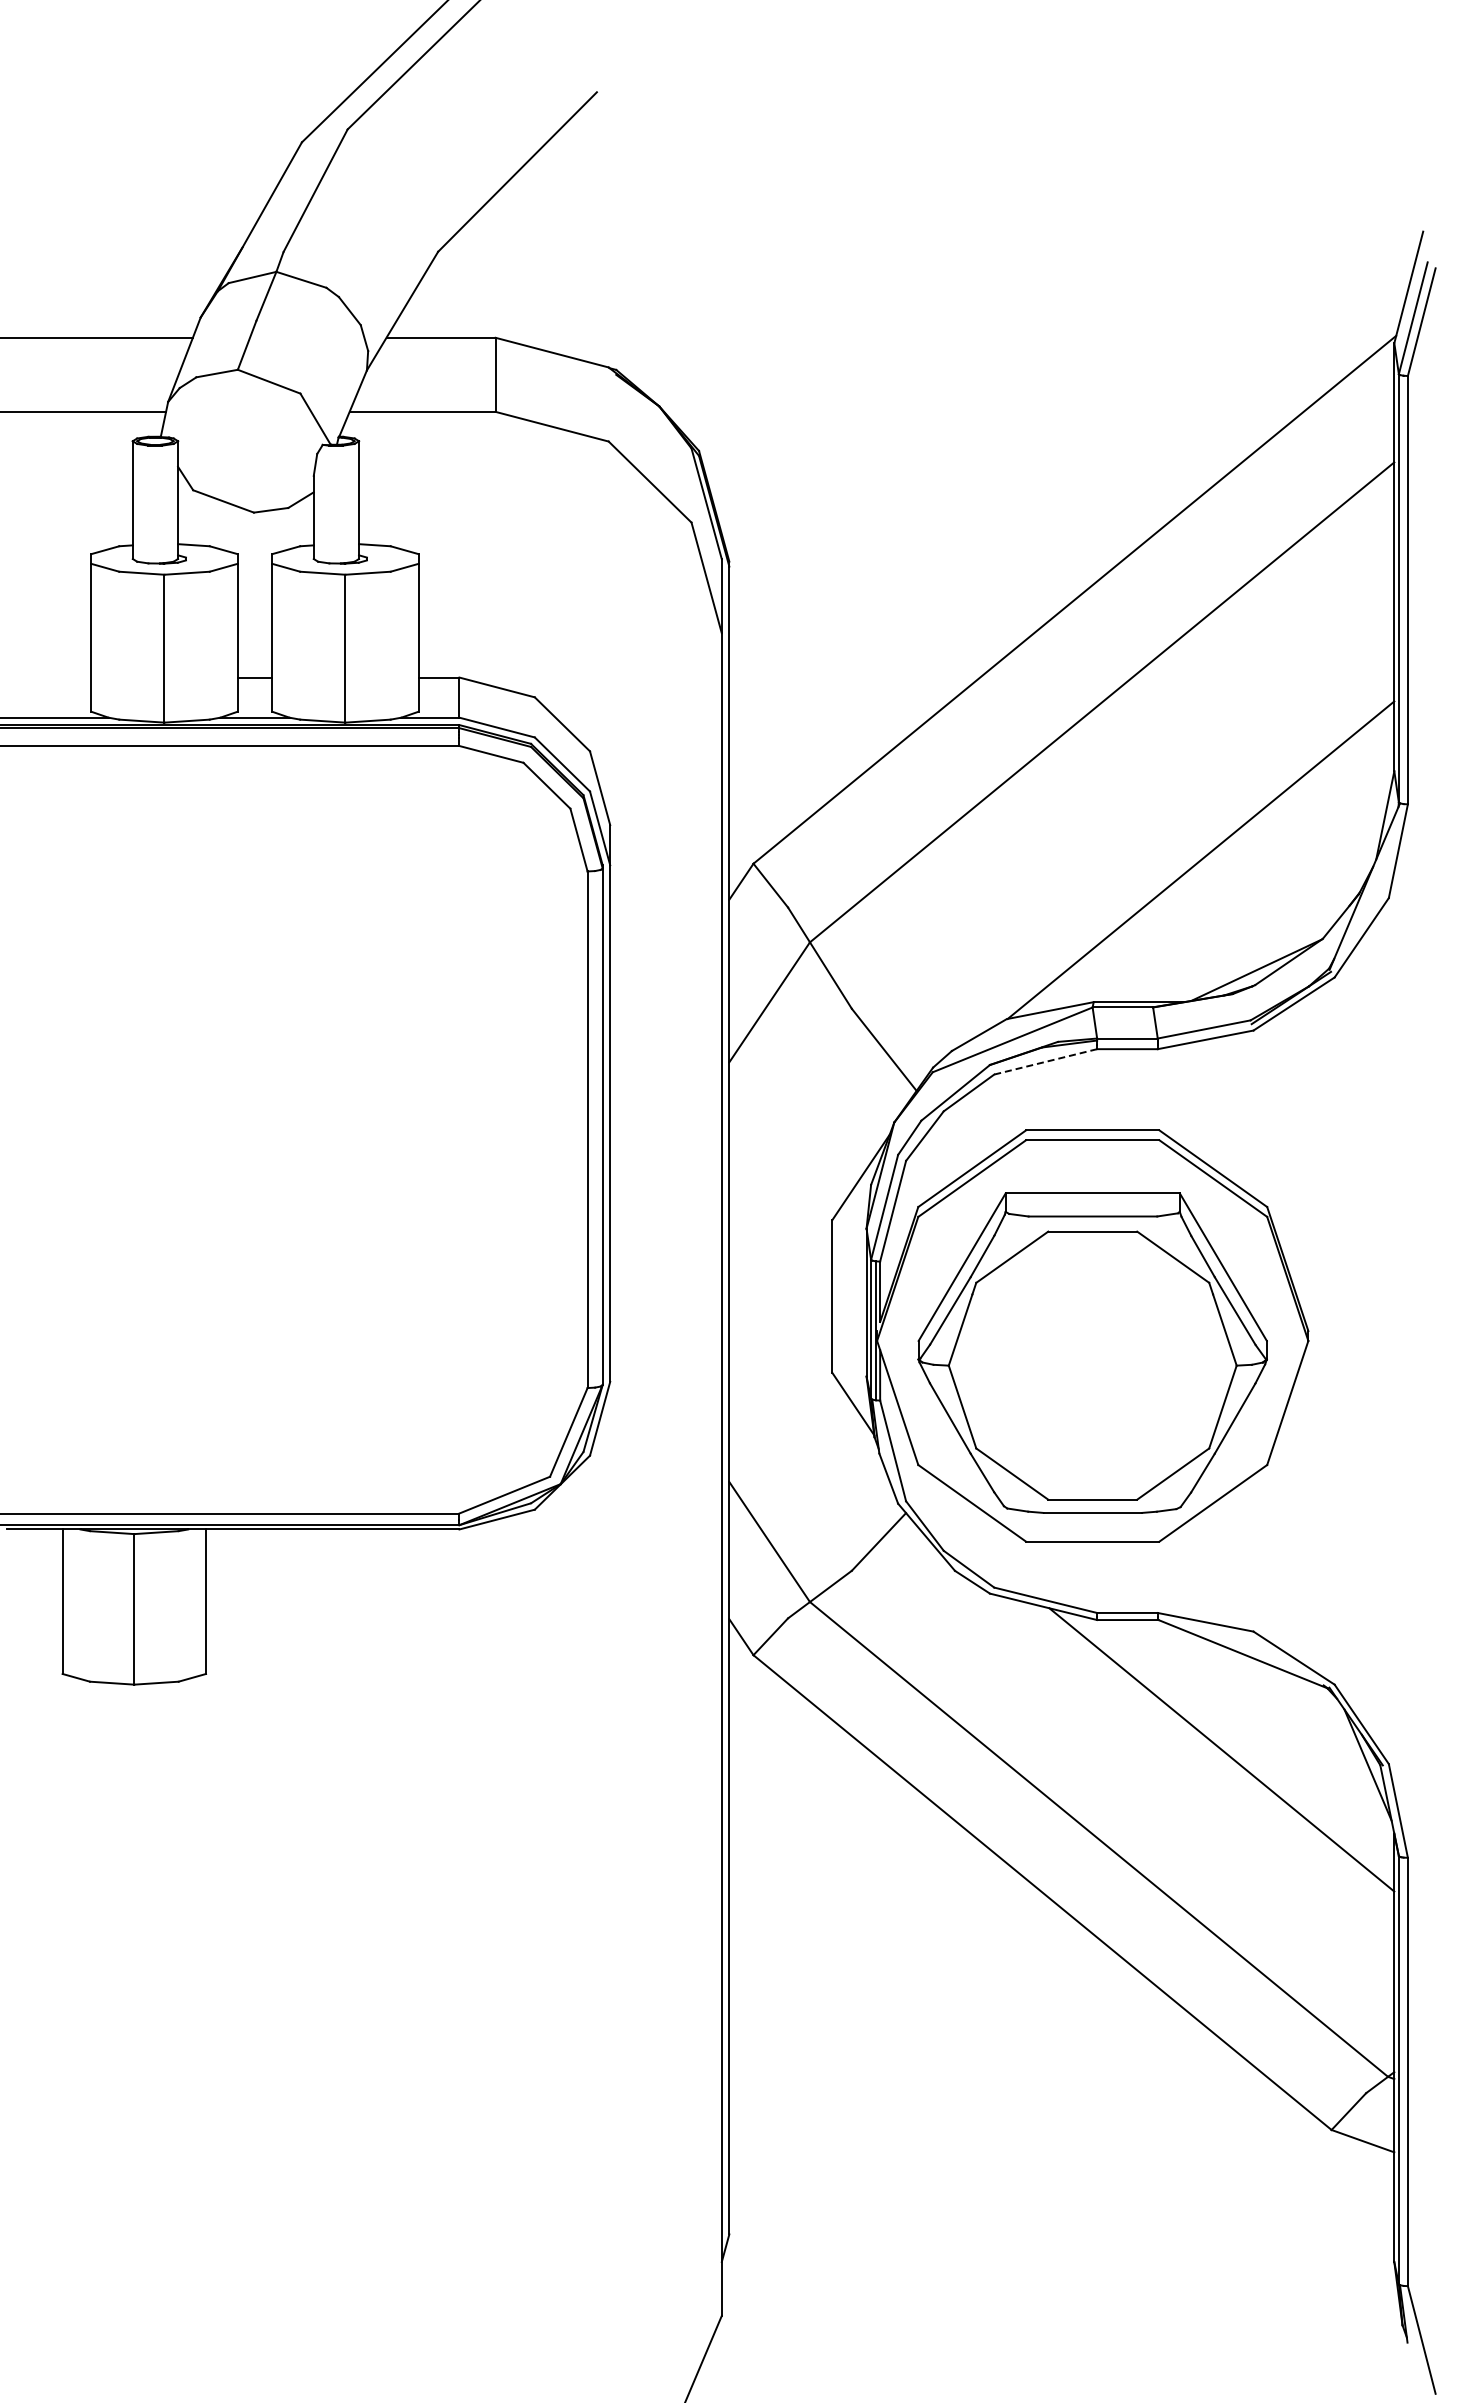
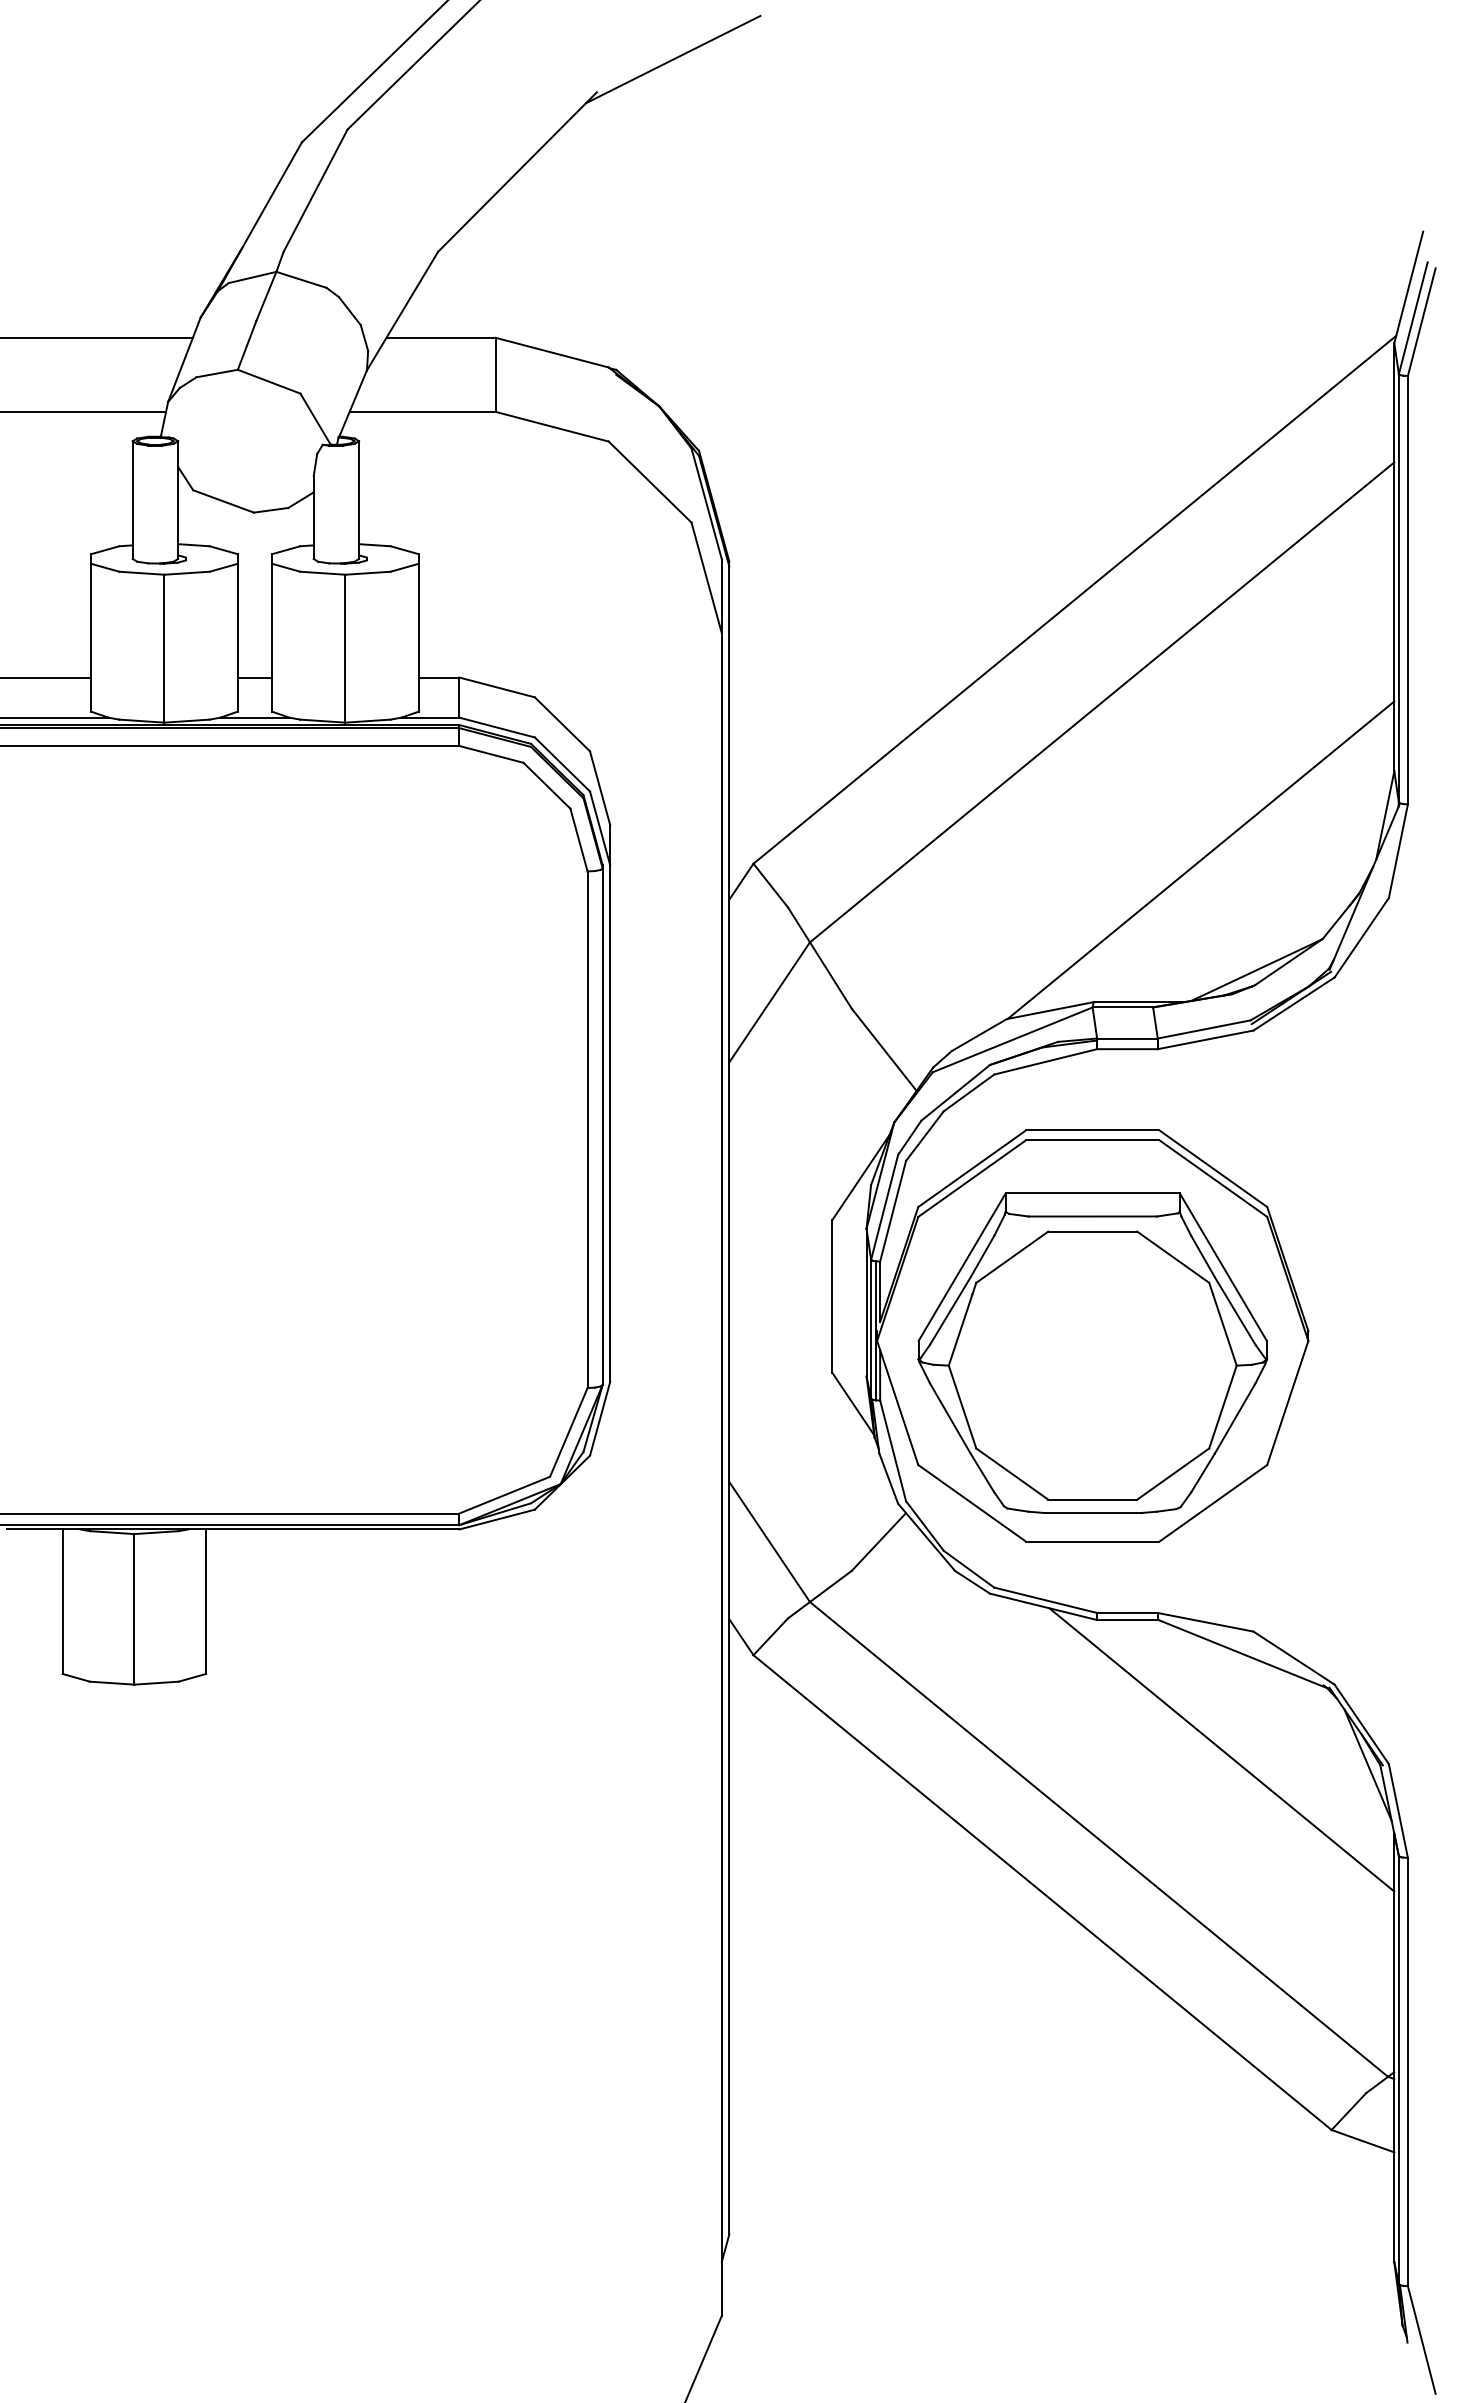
line at (672, 59): none -> present
line at (46, 677): none -> present
line at (1045, 1061): dashed -> solid
